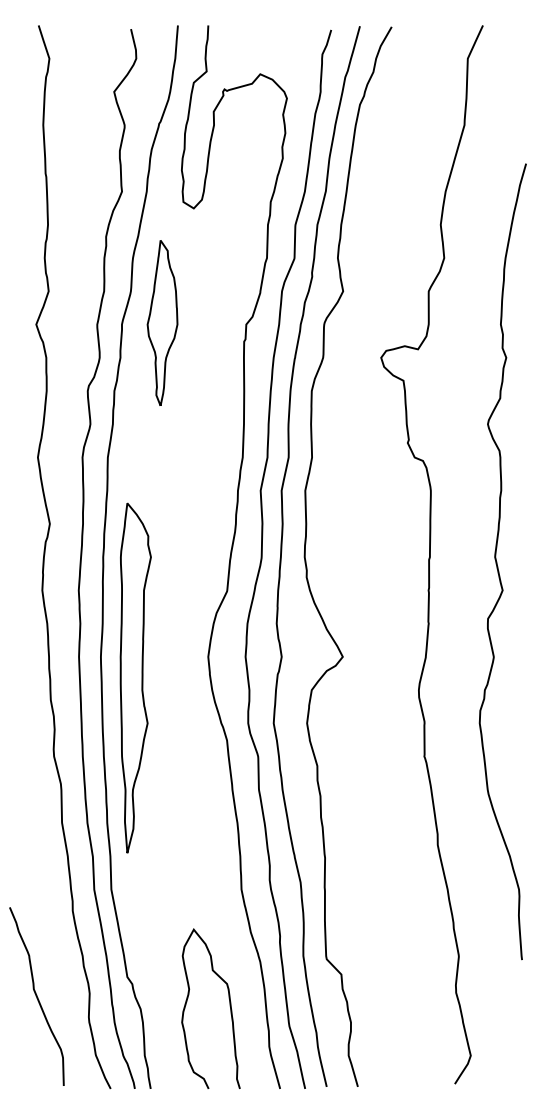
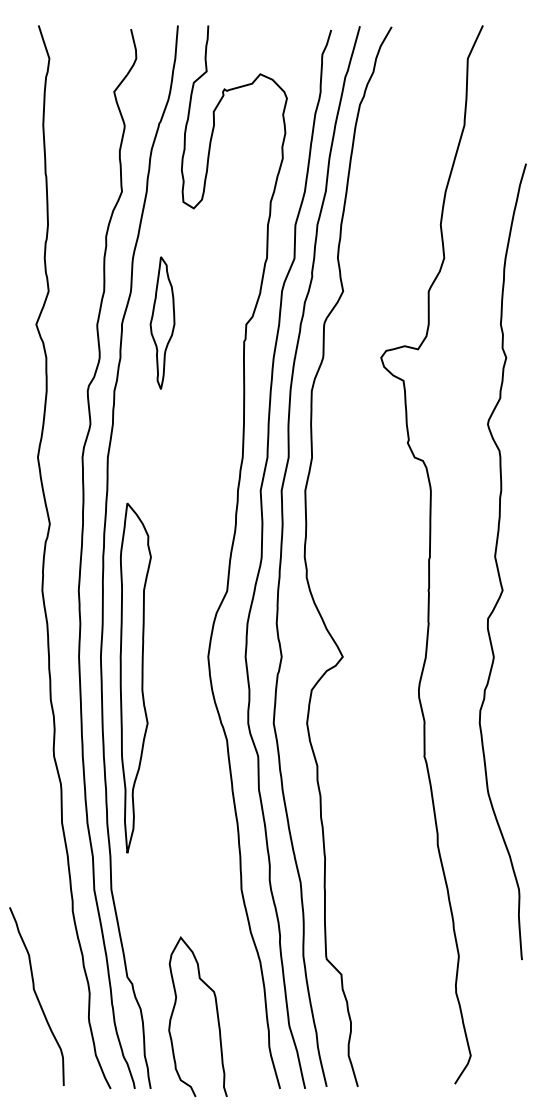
part at (162, 322) size: 33x166 px -> 27x134 px
curve at (229, 1006) position: (229, 1006) -> (216, 1014)
